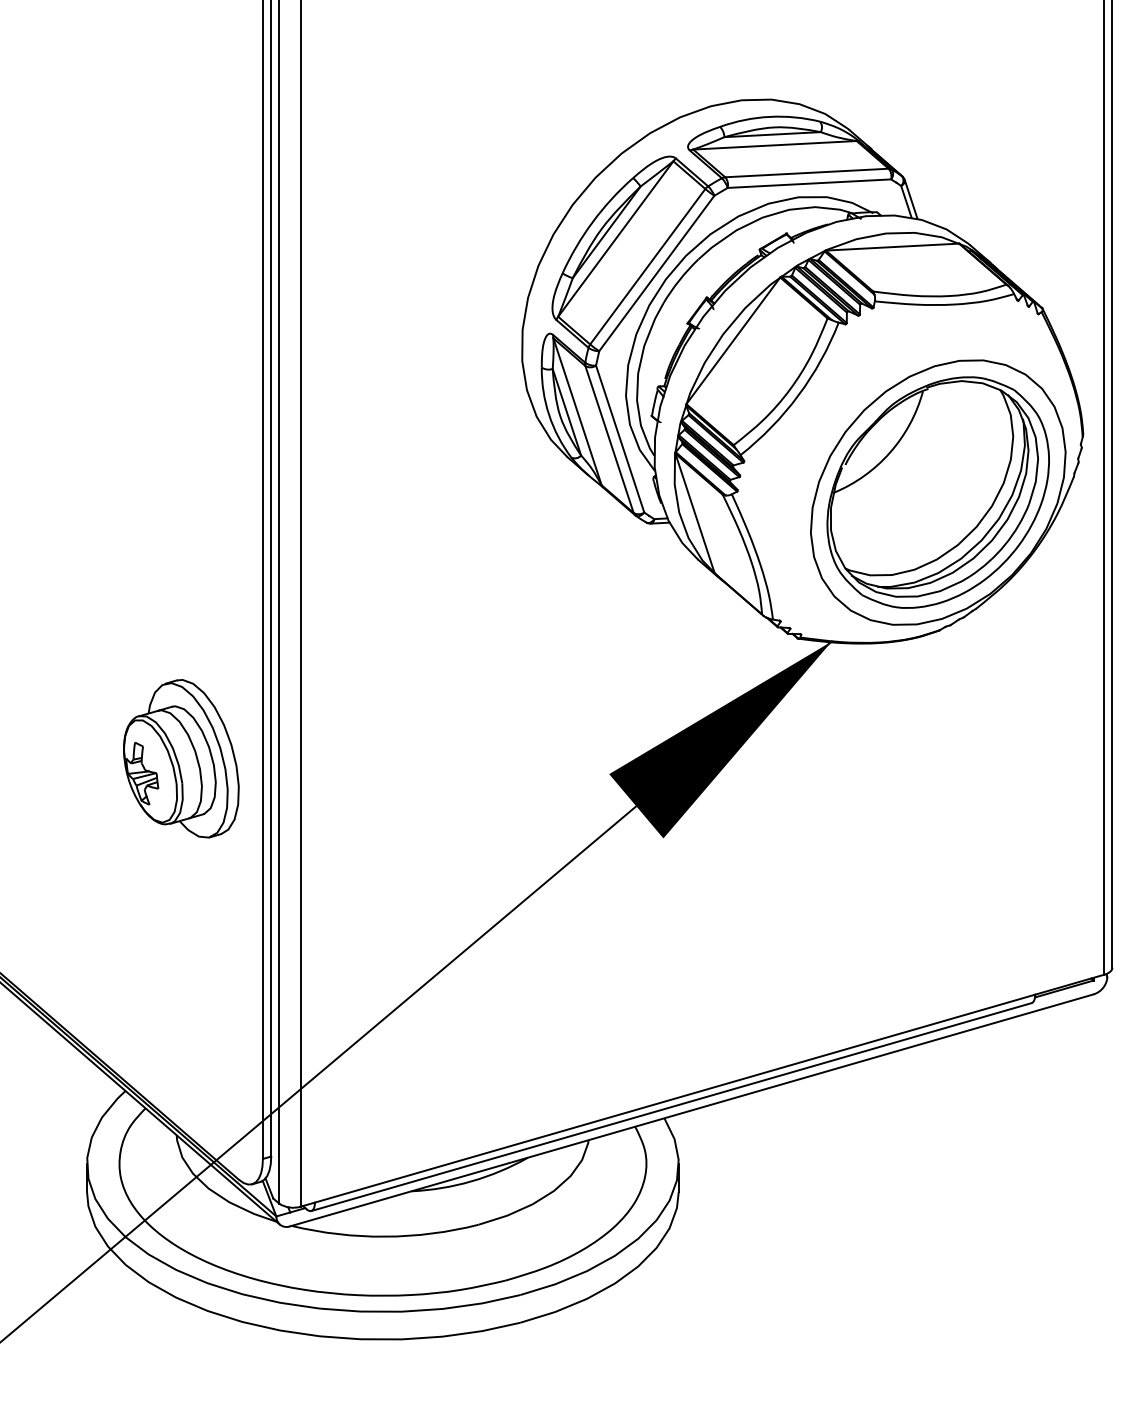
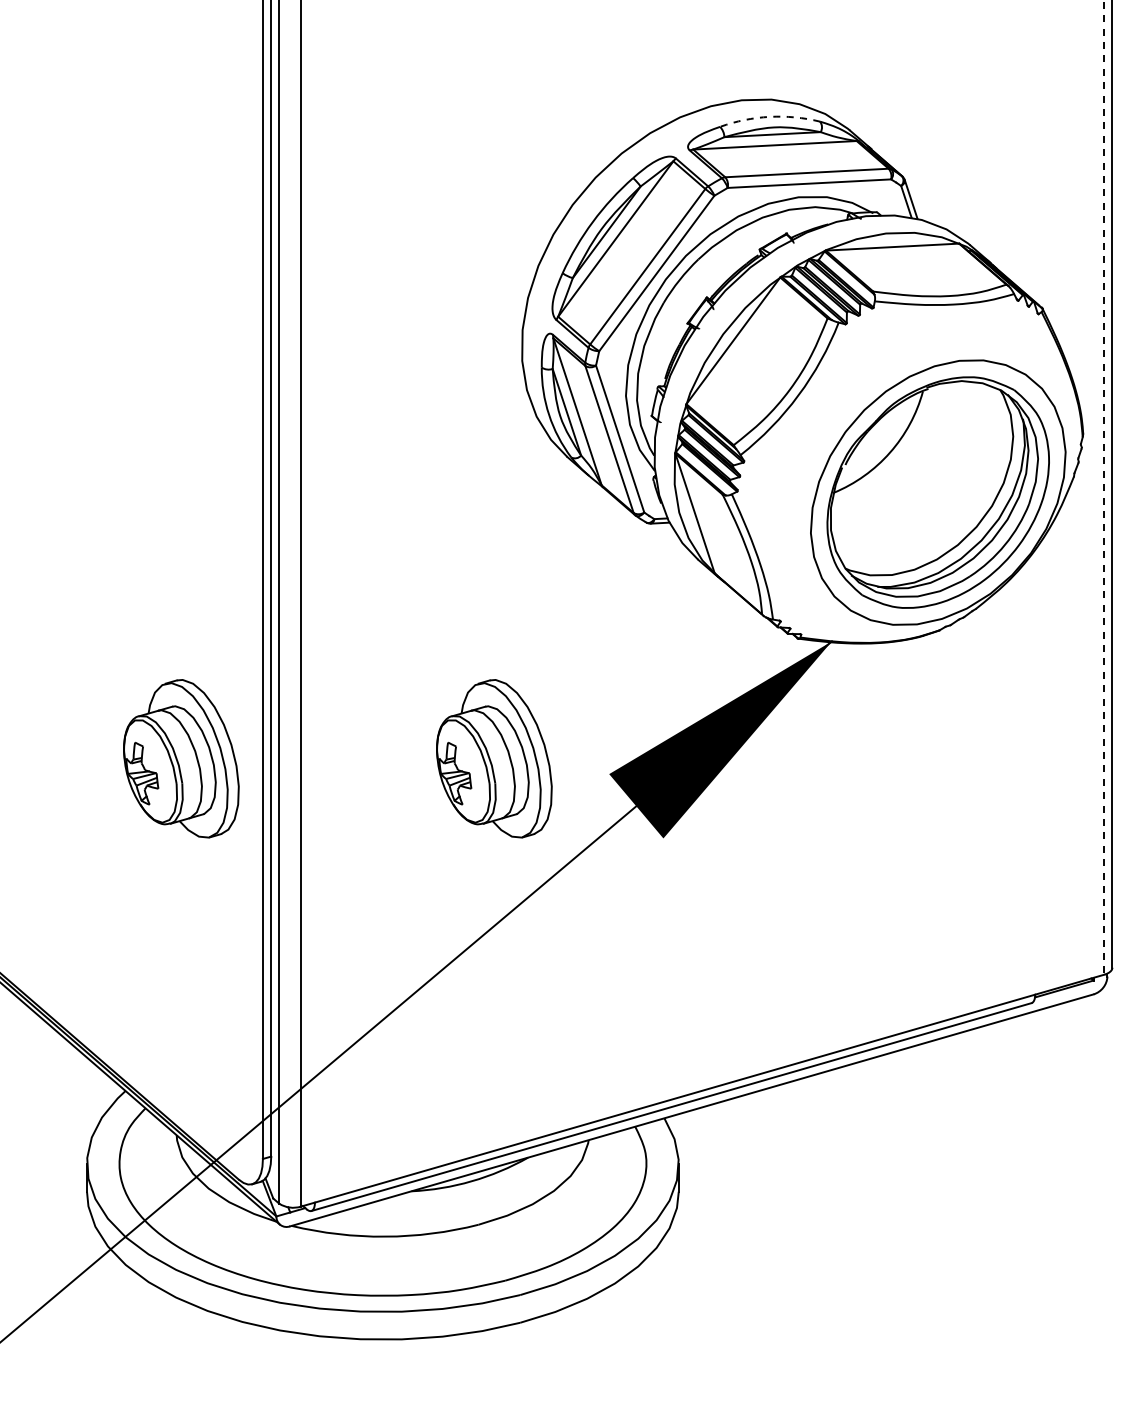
arc at (769, 116): solid -> dashed
line at (1104, 487): solid -> dashed
part at (494, 758): none -> present
